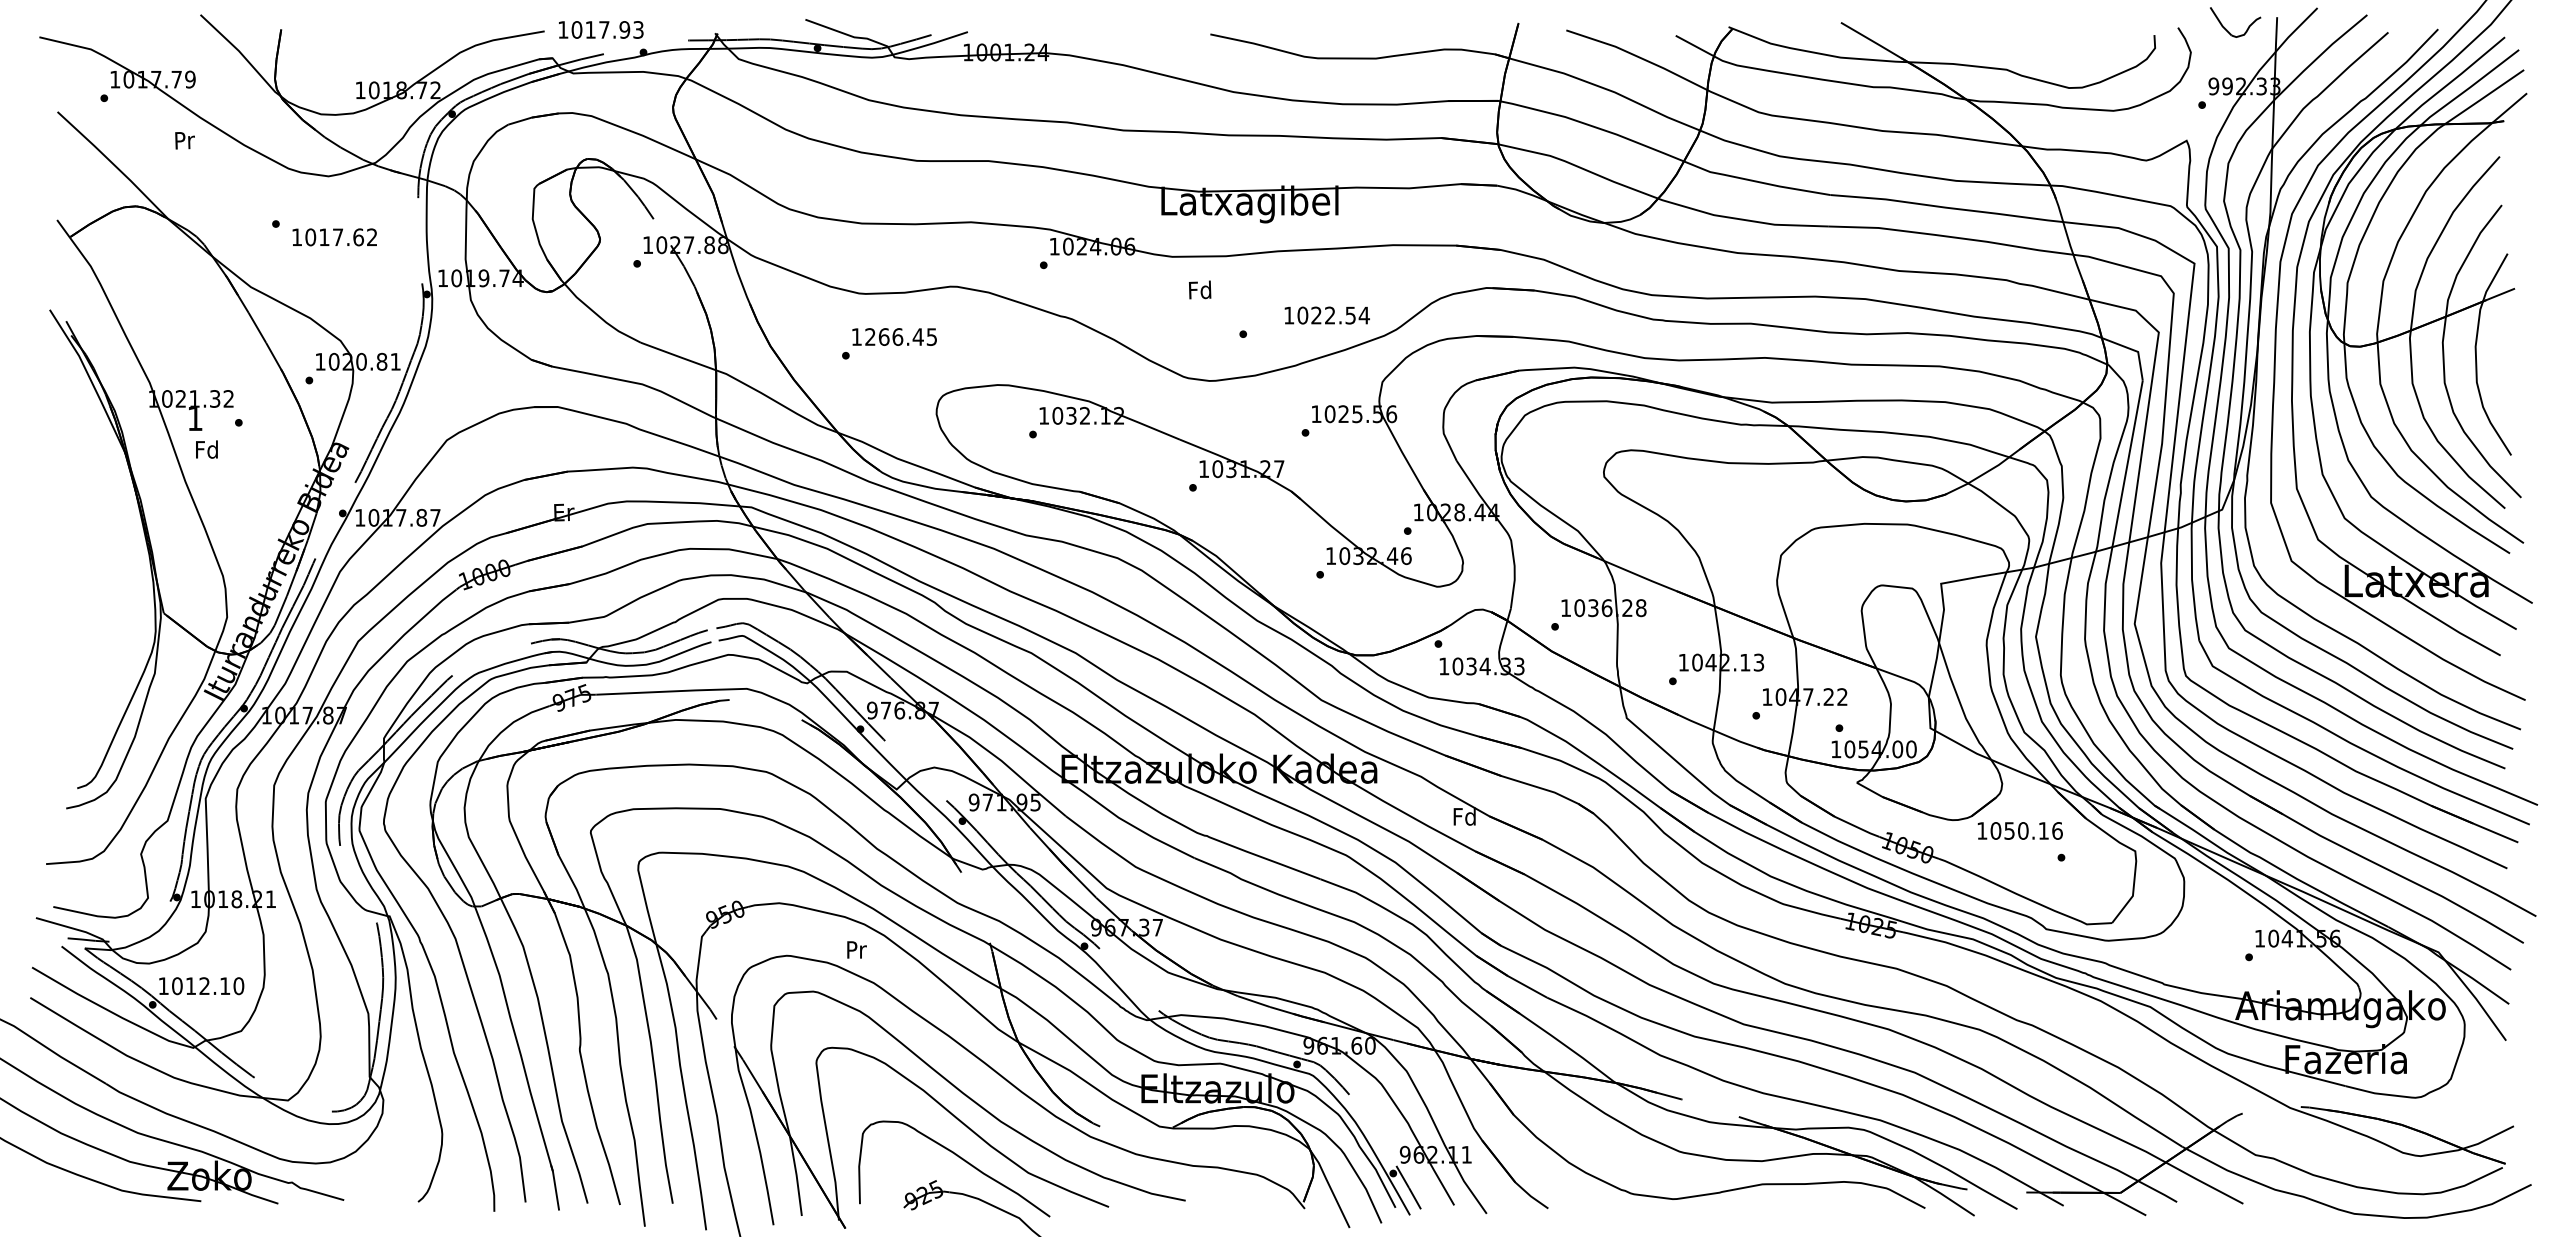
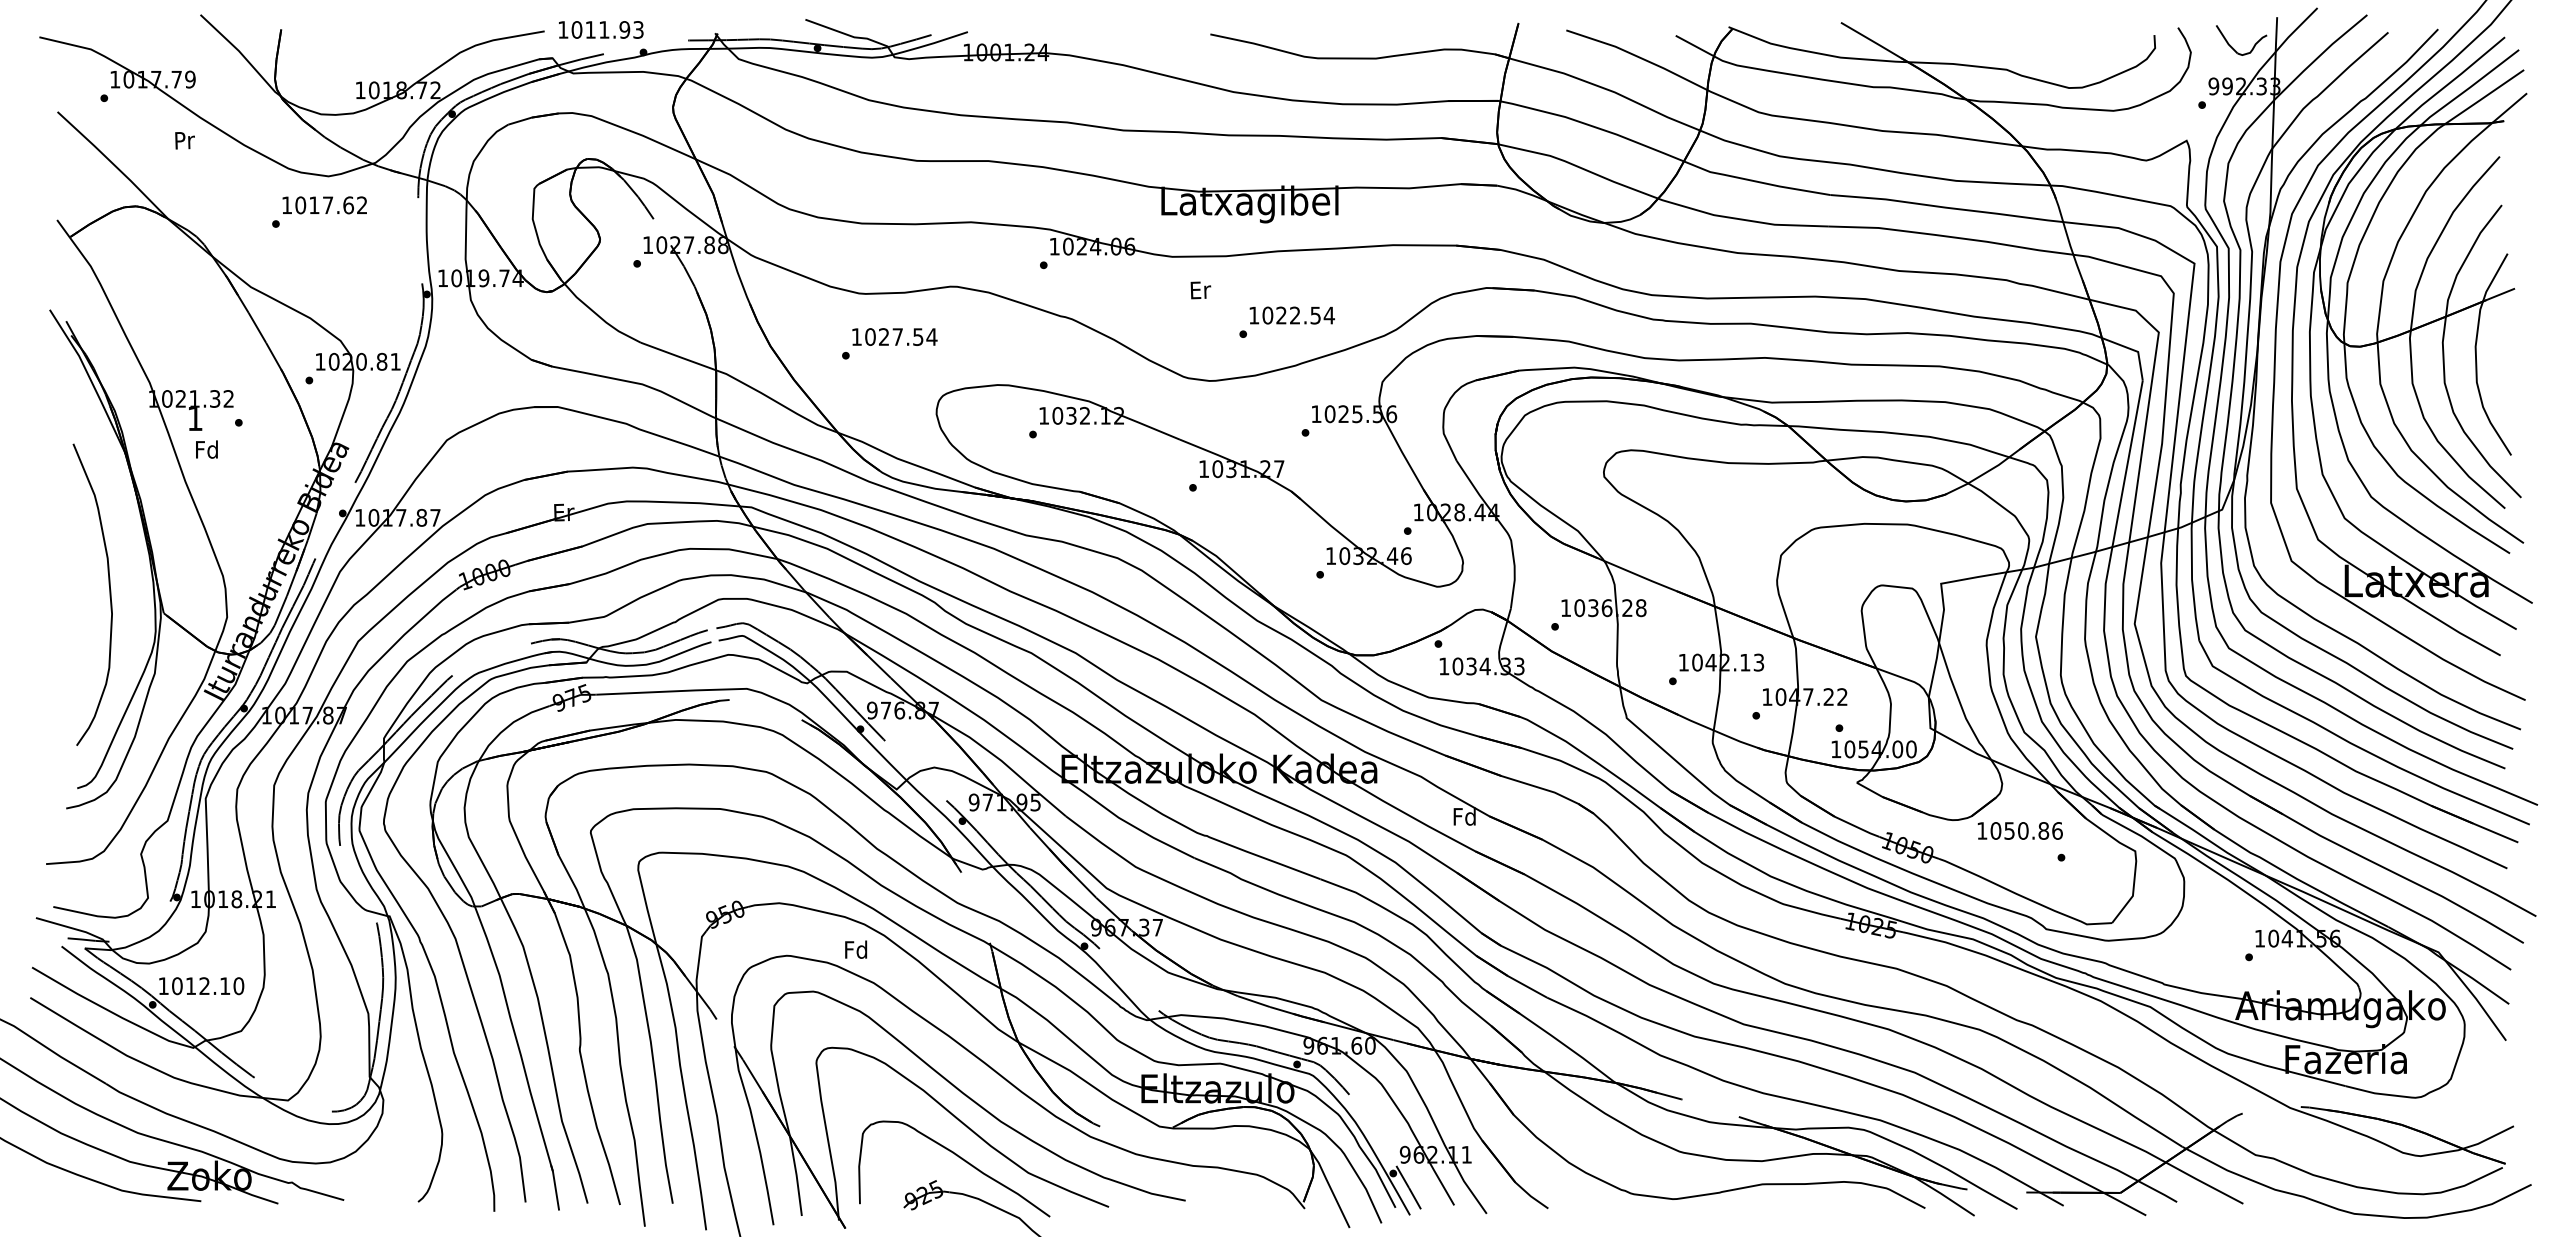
text at (604, 29): 1017.93 -> 1011.93
part at (2227, 29) position: (2227, 29) -> (2233, 47)
text at (334, 237) position: (334, 237) -> (324, 205)
text at (1200, 289): Fd -> Er
text at (1326, 315) position: (1326, 315) -> (1291, 315)
text at (901, 336): 1266.45 -> 1027.54
curve at (109, 594): none -> present
text at (2043, 830): 1050.16 -> 1050.86
text at (856, 949): Pr -> Fd
